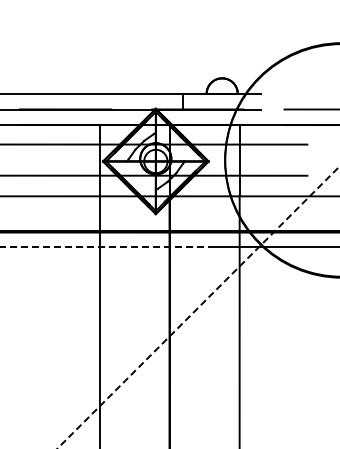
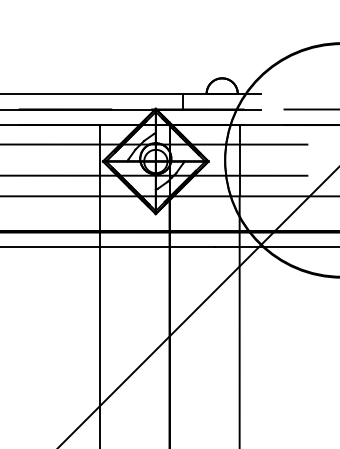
line at (107, 246): dashed -> solid
line at (199, 307): dashed -> solid
